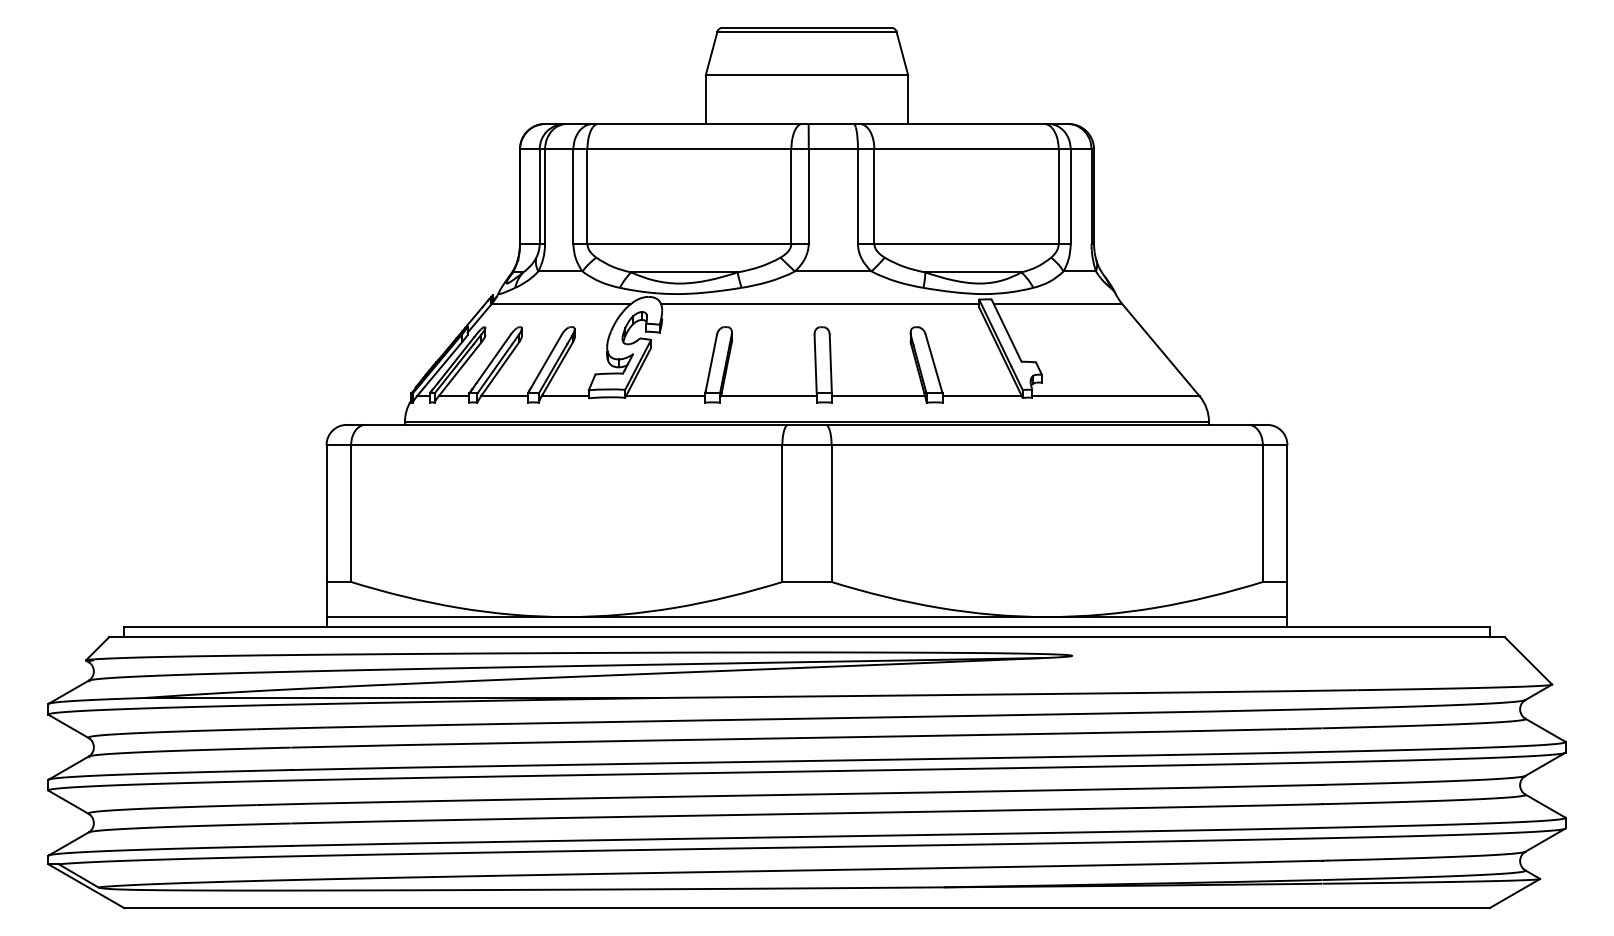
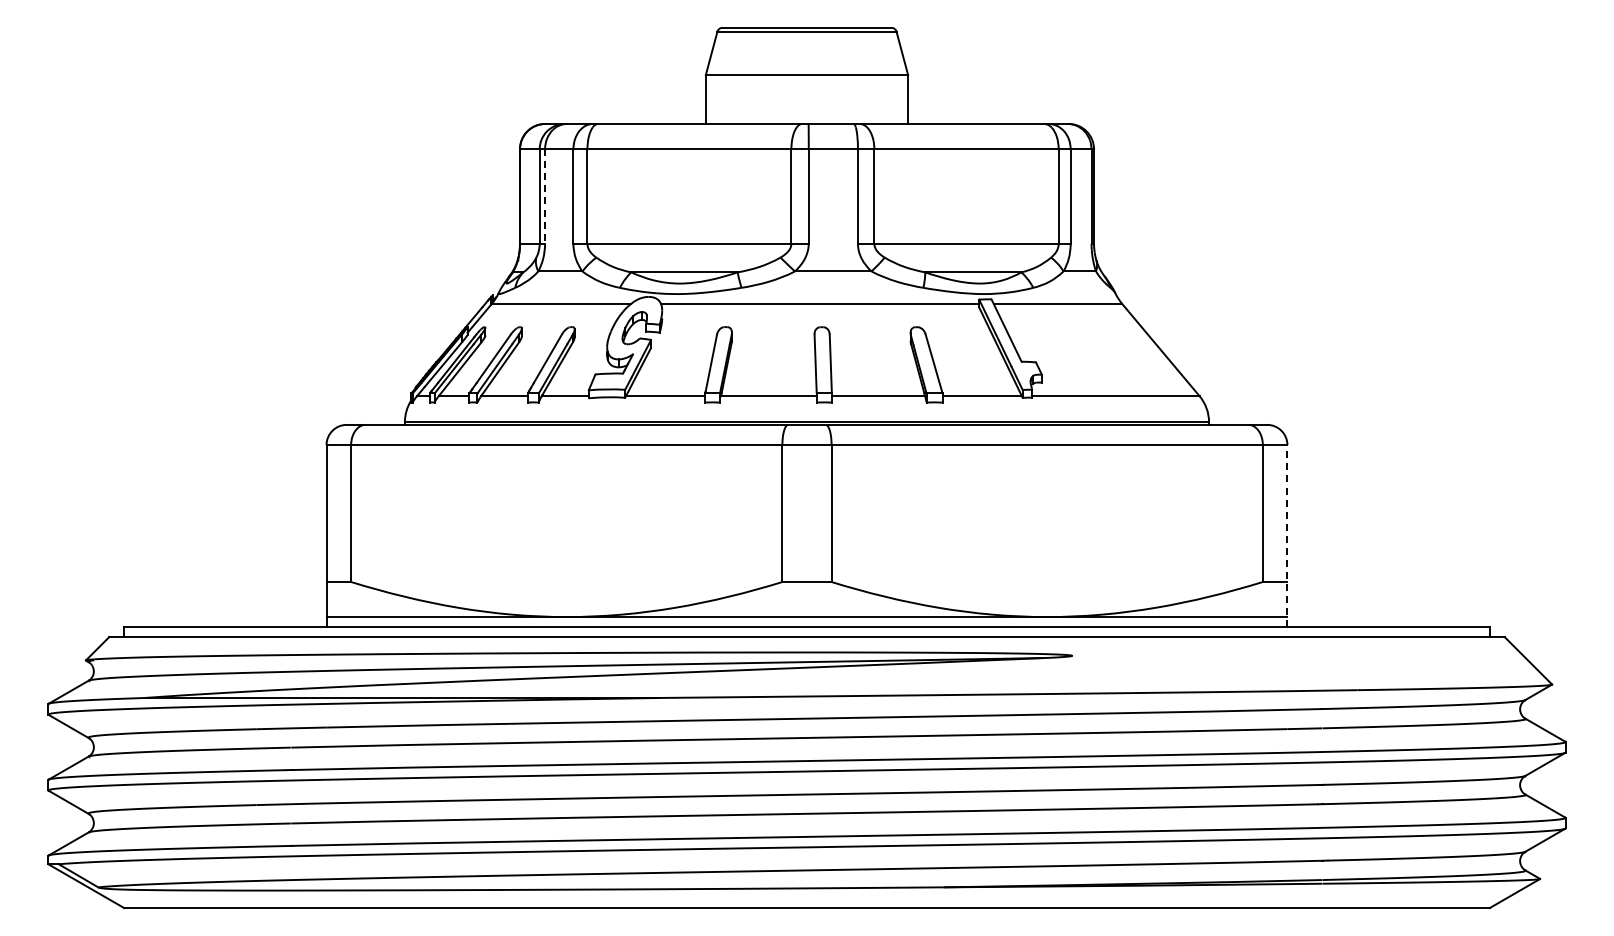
line at (545, 197): solid -> dashed
line at (1287, 535): solid -> dashed
